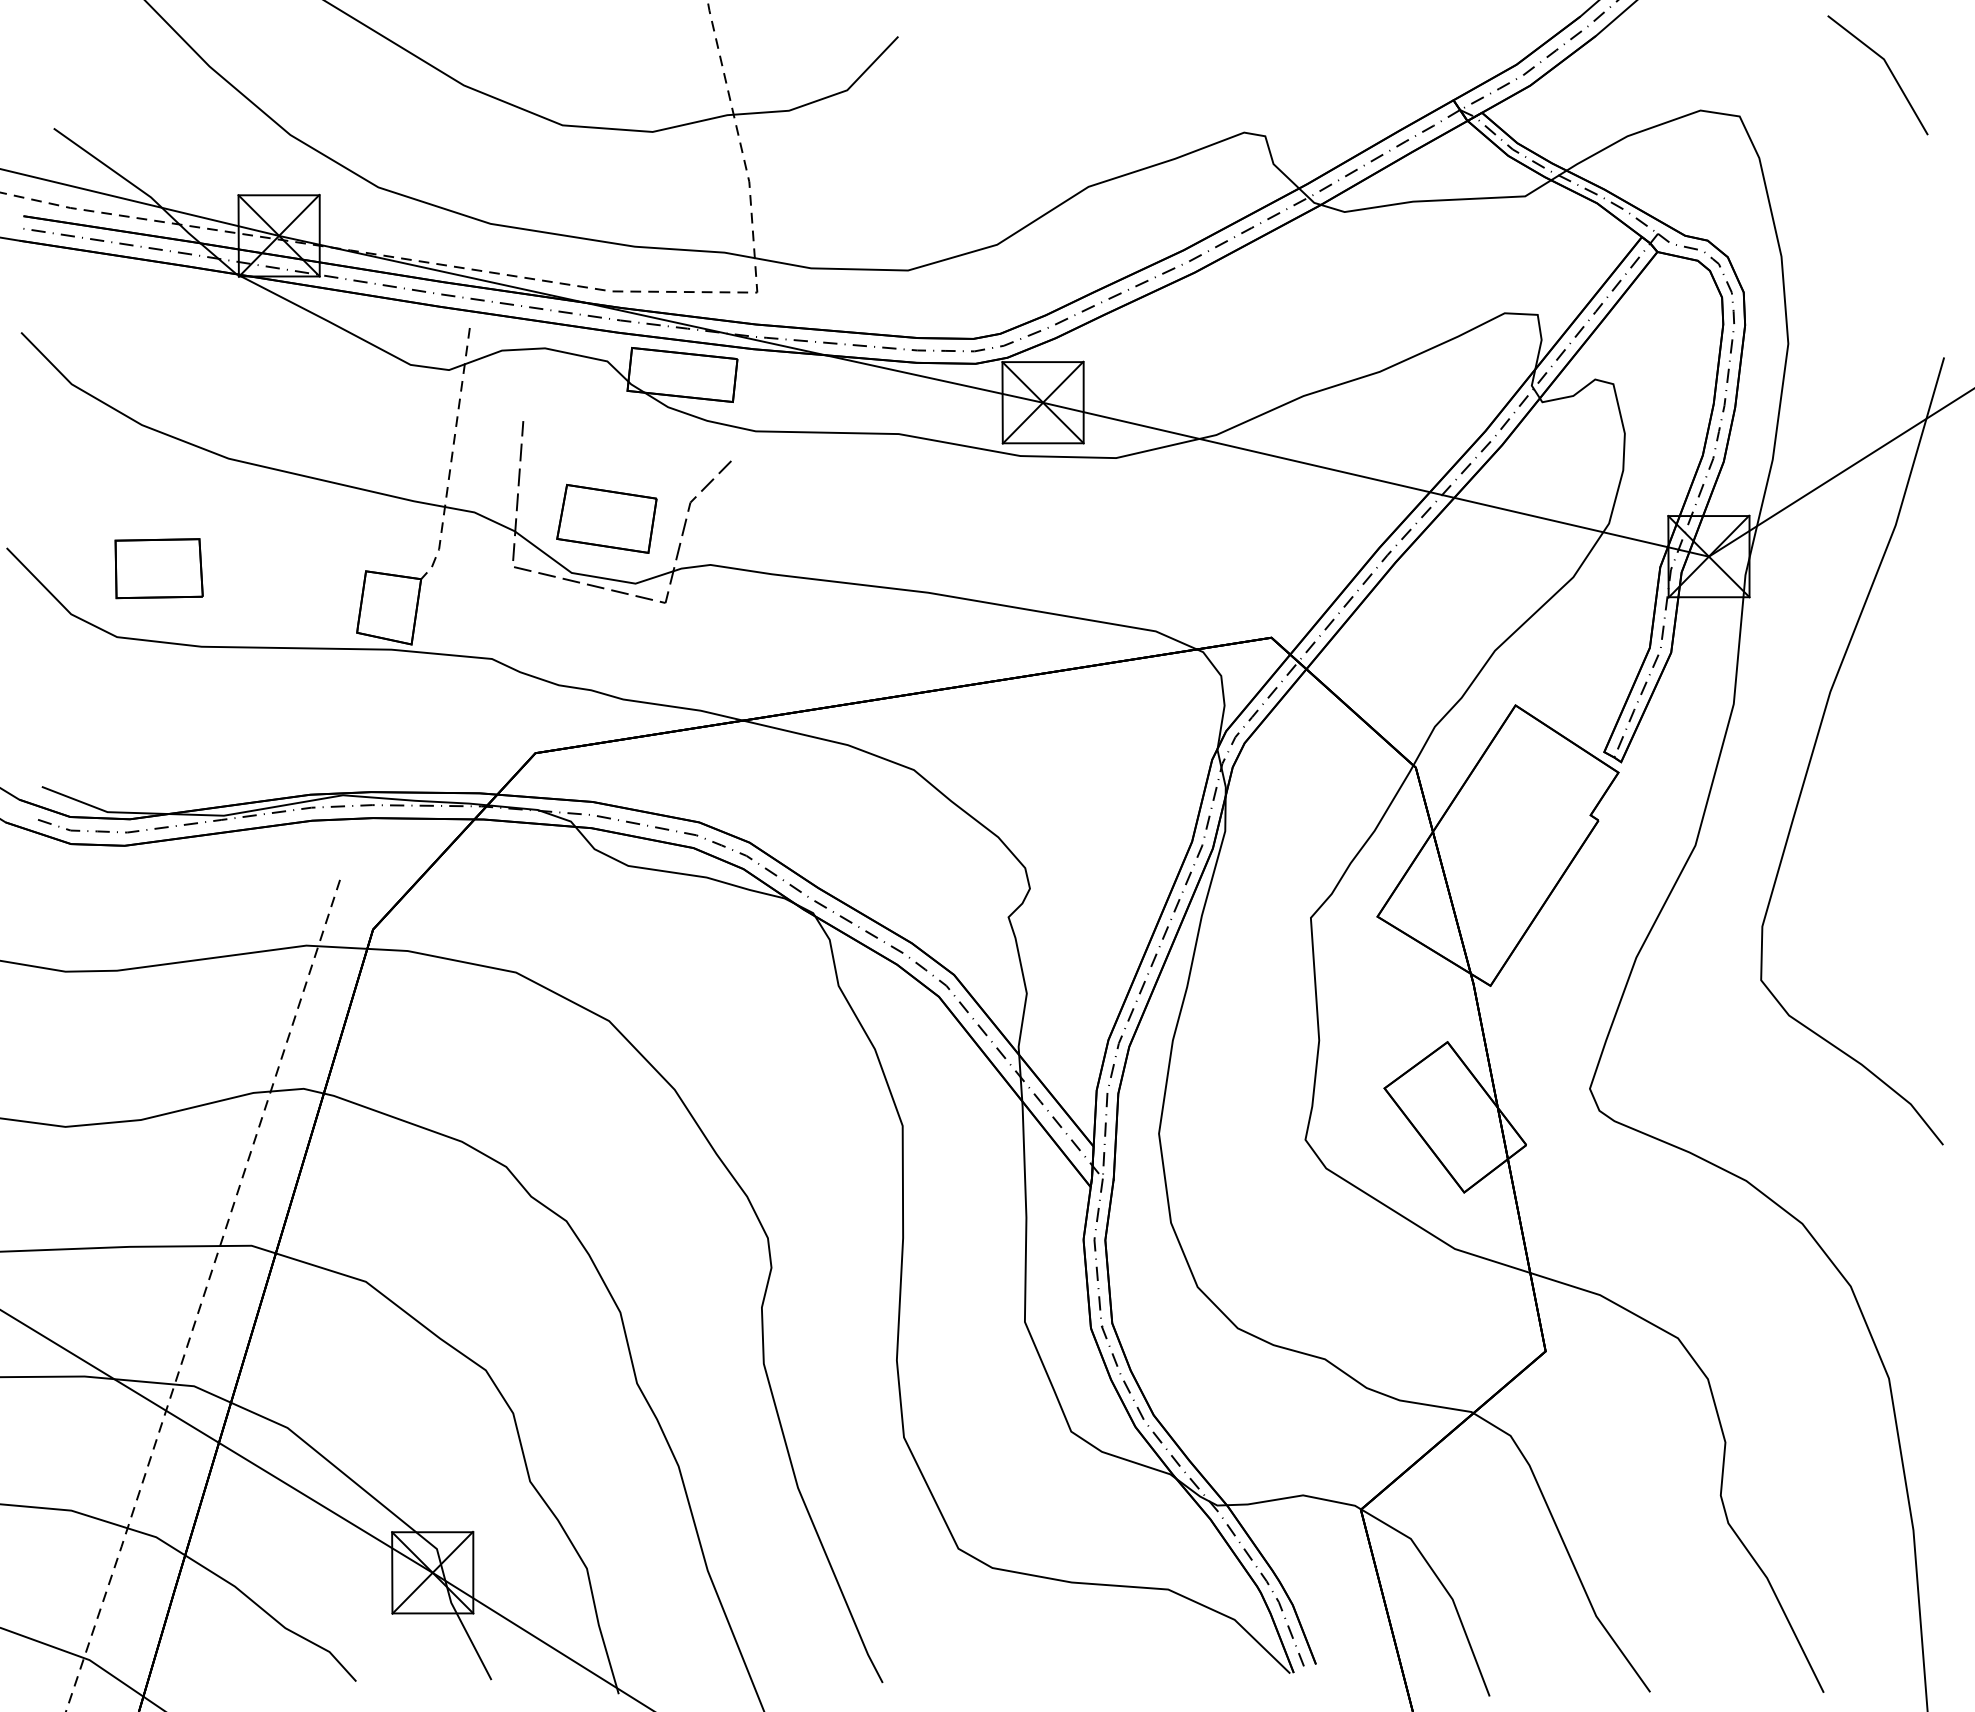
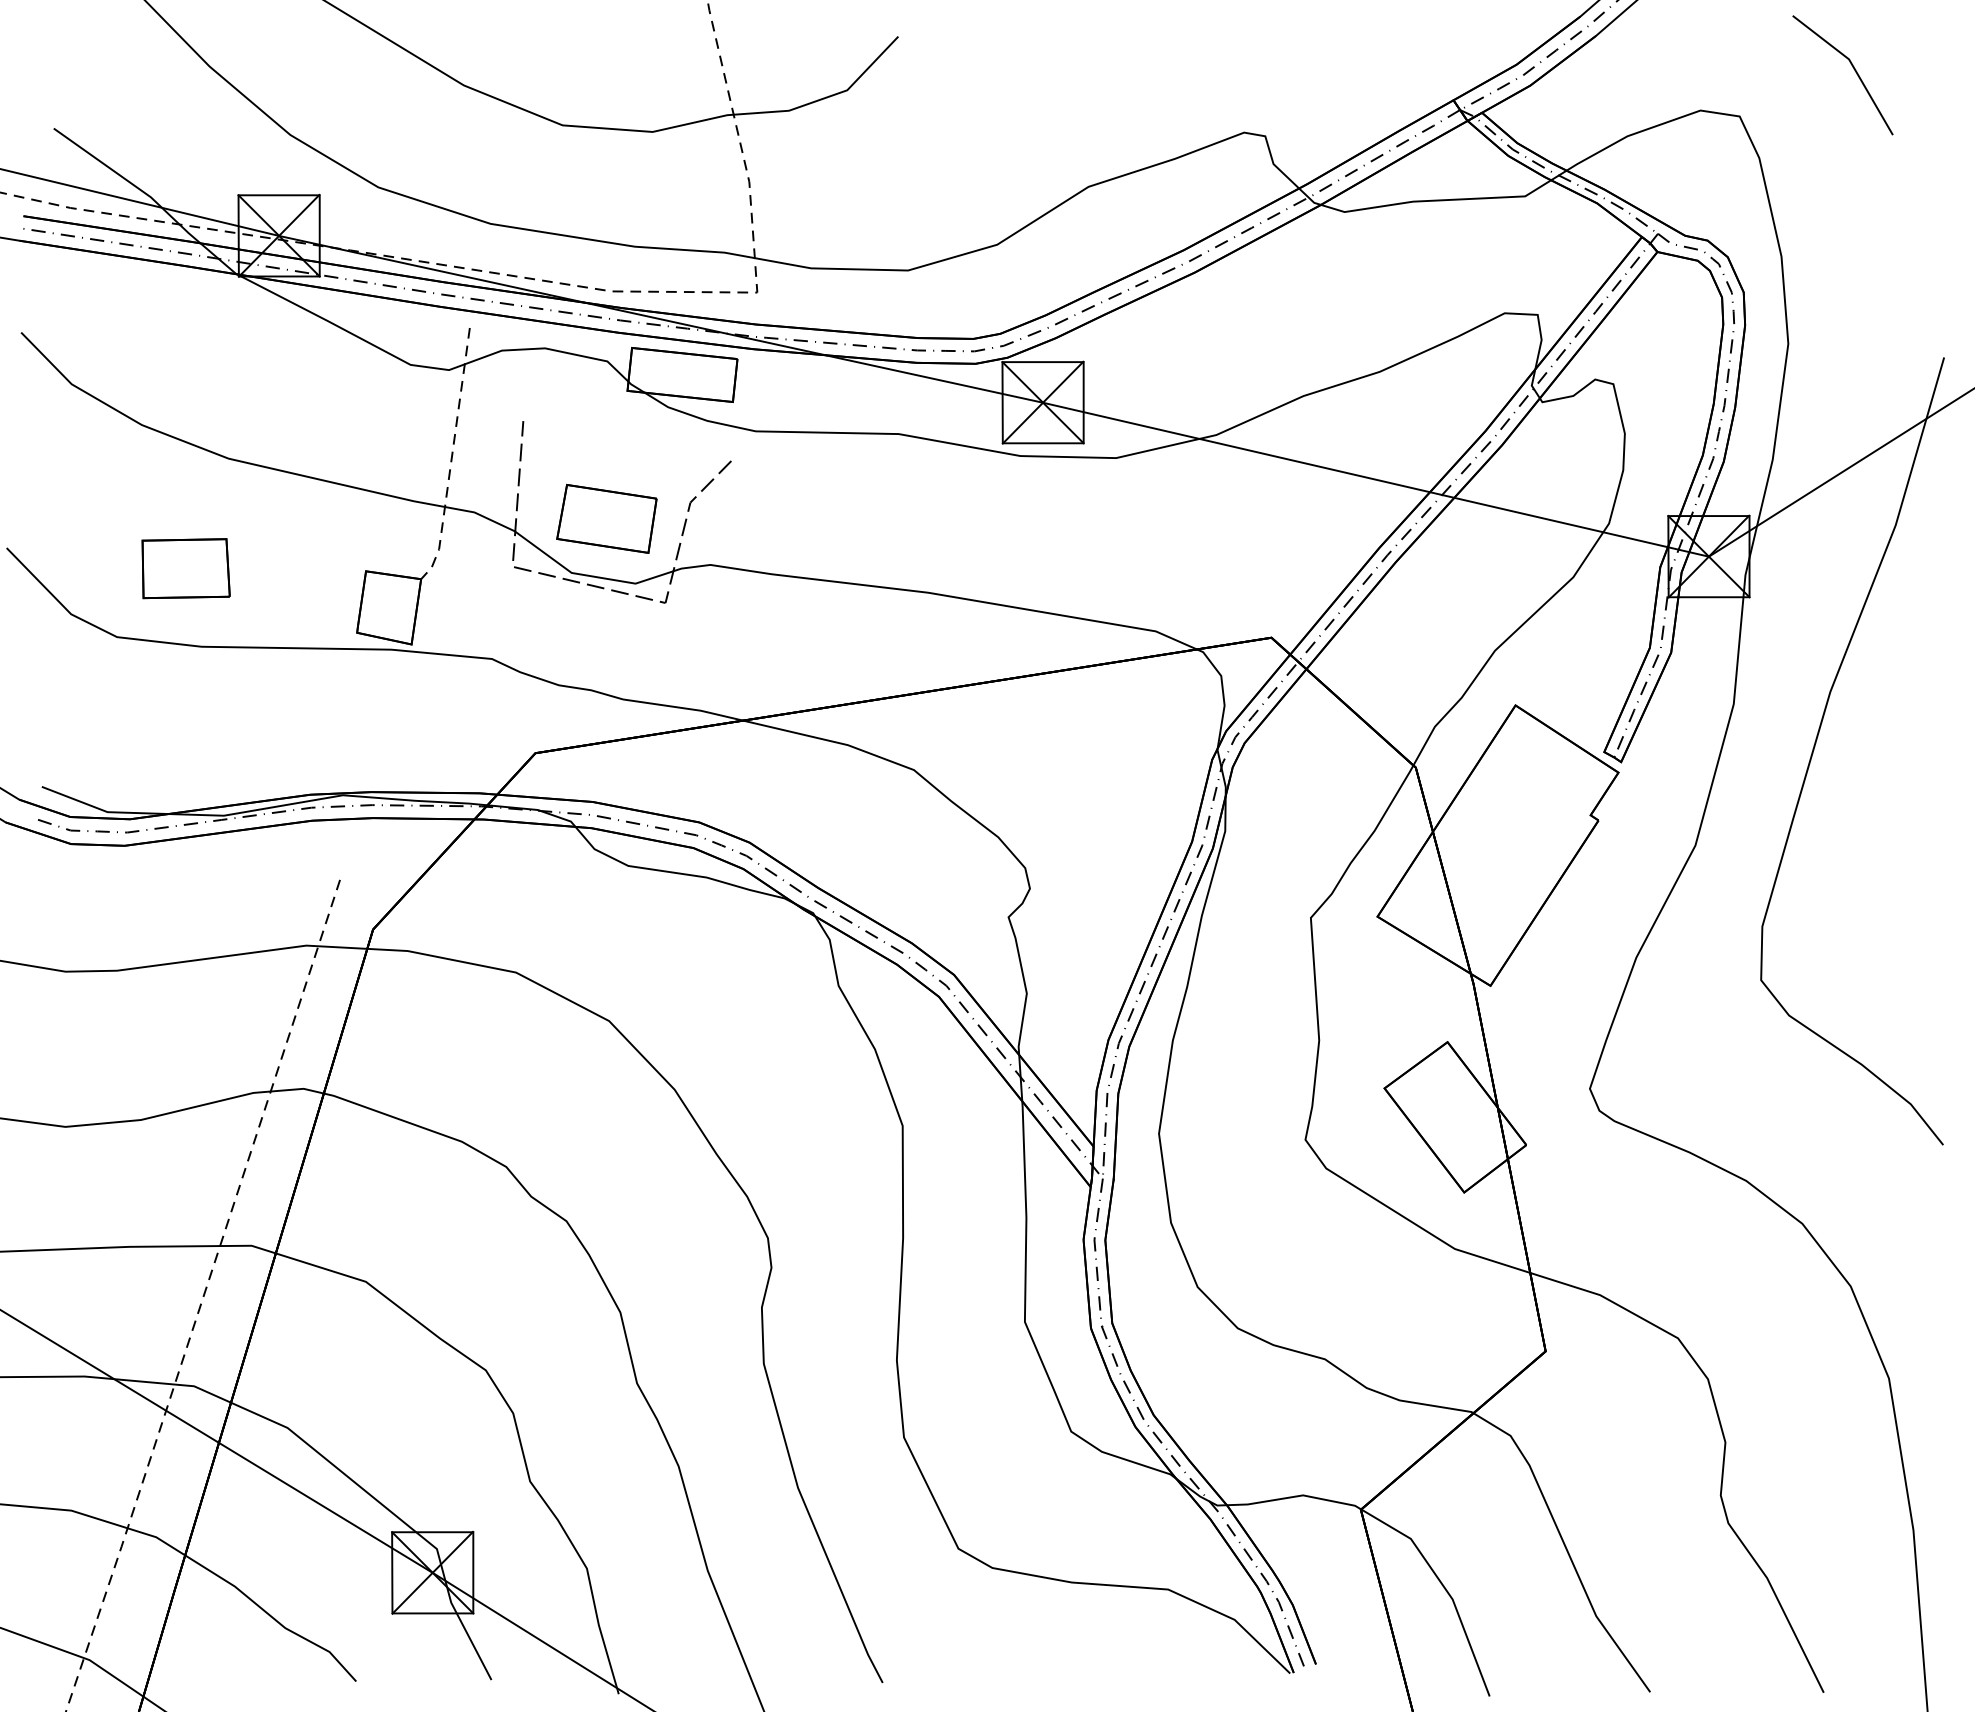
line at (1888, 69) position: (1888, 69) -> (1853, 69)
part at (158, 568) position: (158, 568) -> (185, 568)
